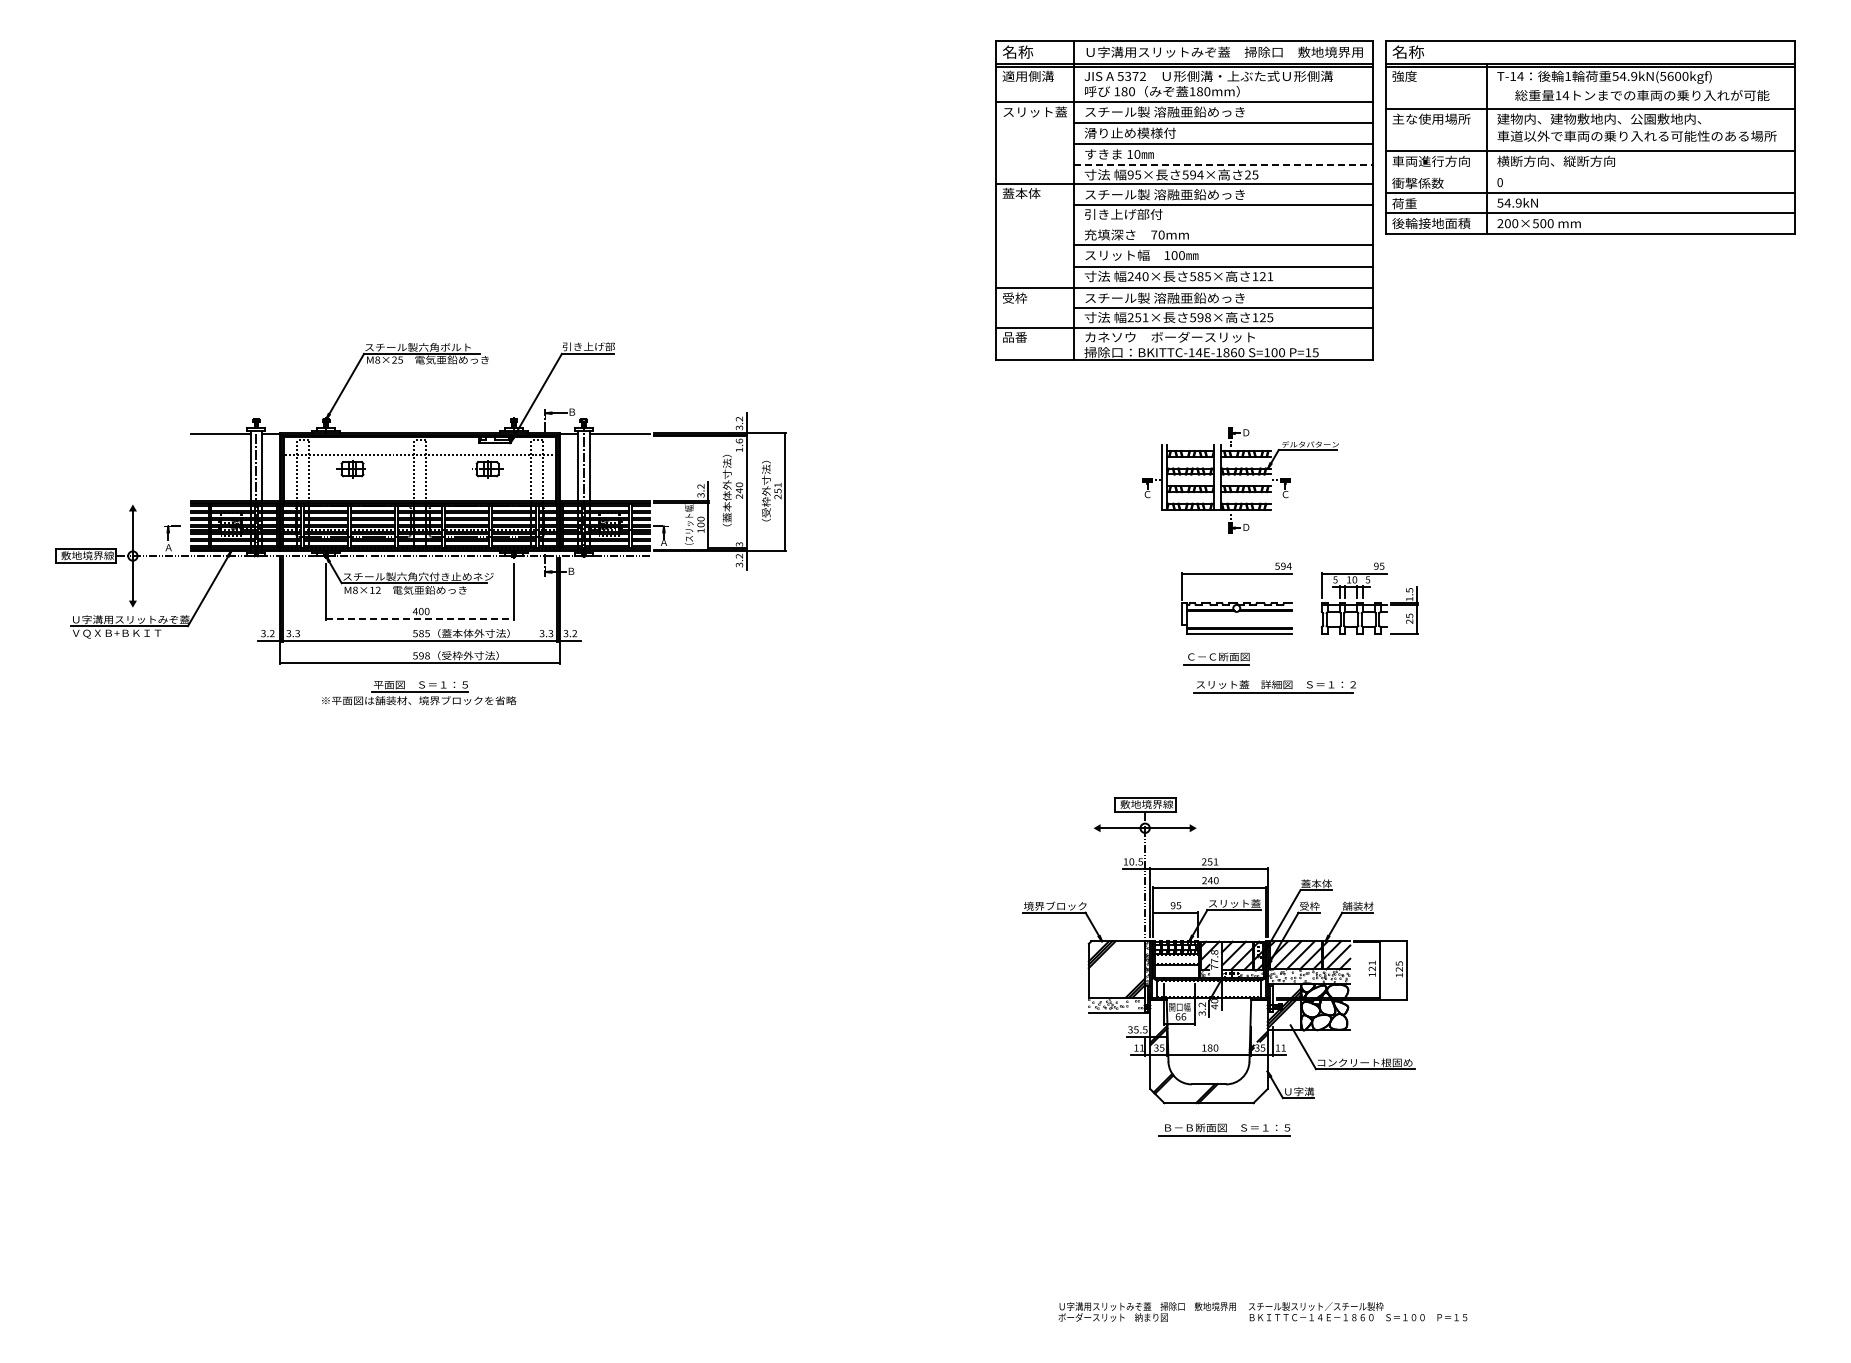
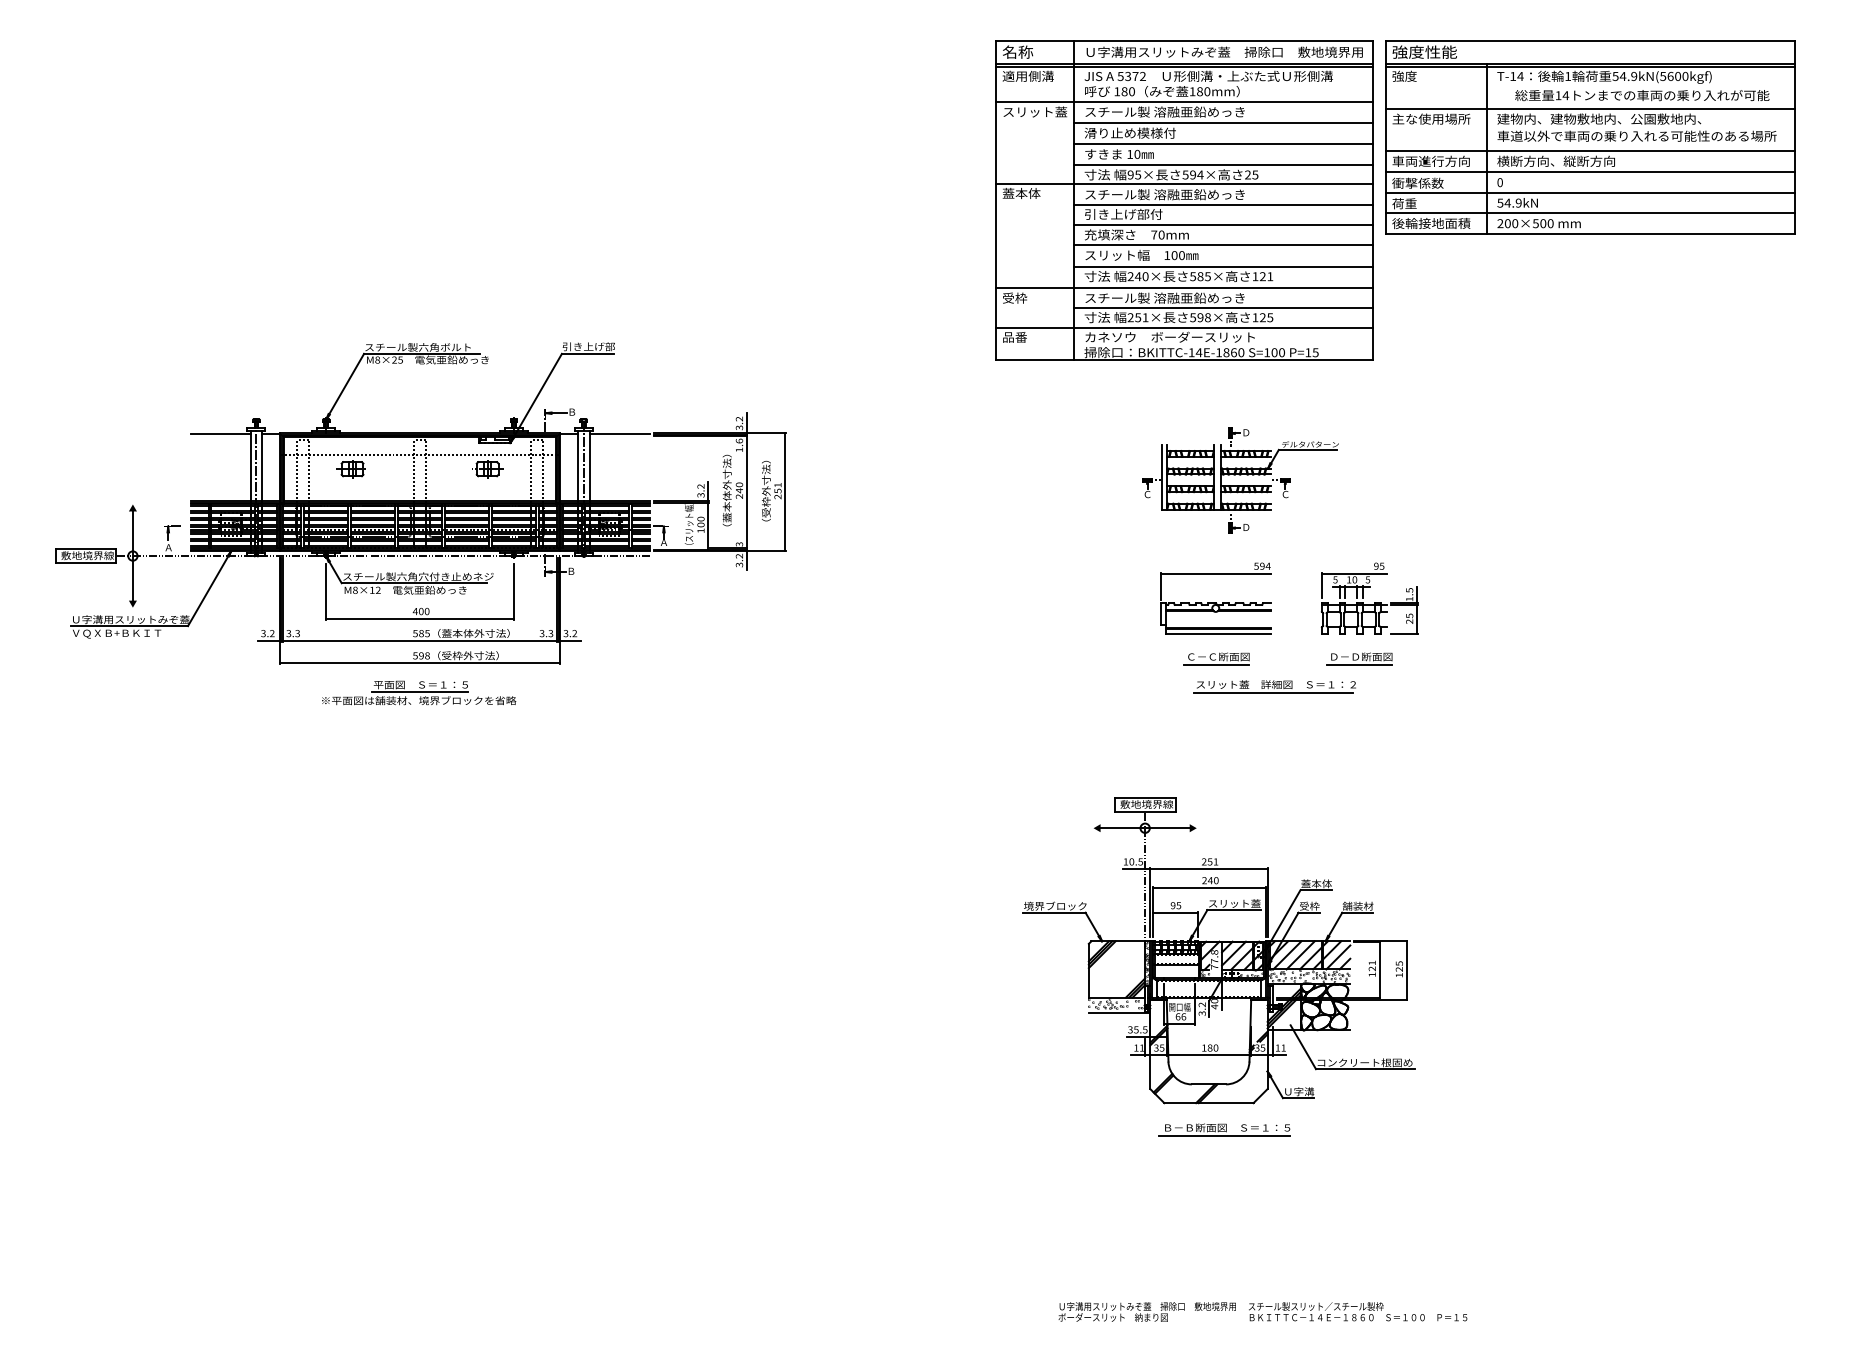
text at (1424, 51): 名称 -> 強度性能
line at (1224, 165): dashed -> solid
line at (1590, 172): none -> present
line at (1223, 225): none -> present
part at (1236, 598) position: (1236, 598) -> (1215, 598)
line at (420, 618): dashed -> solid
part at (1359, 658): none -> present
